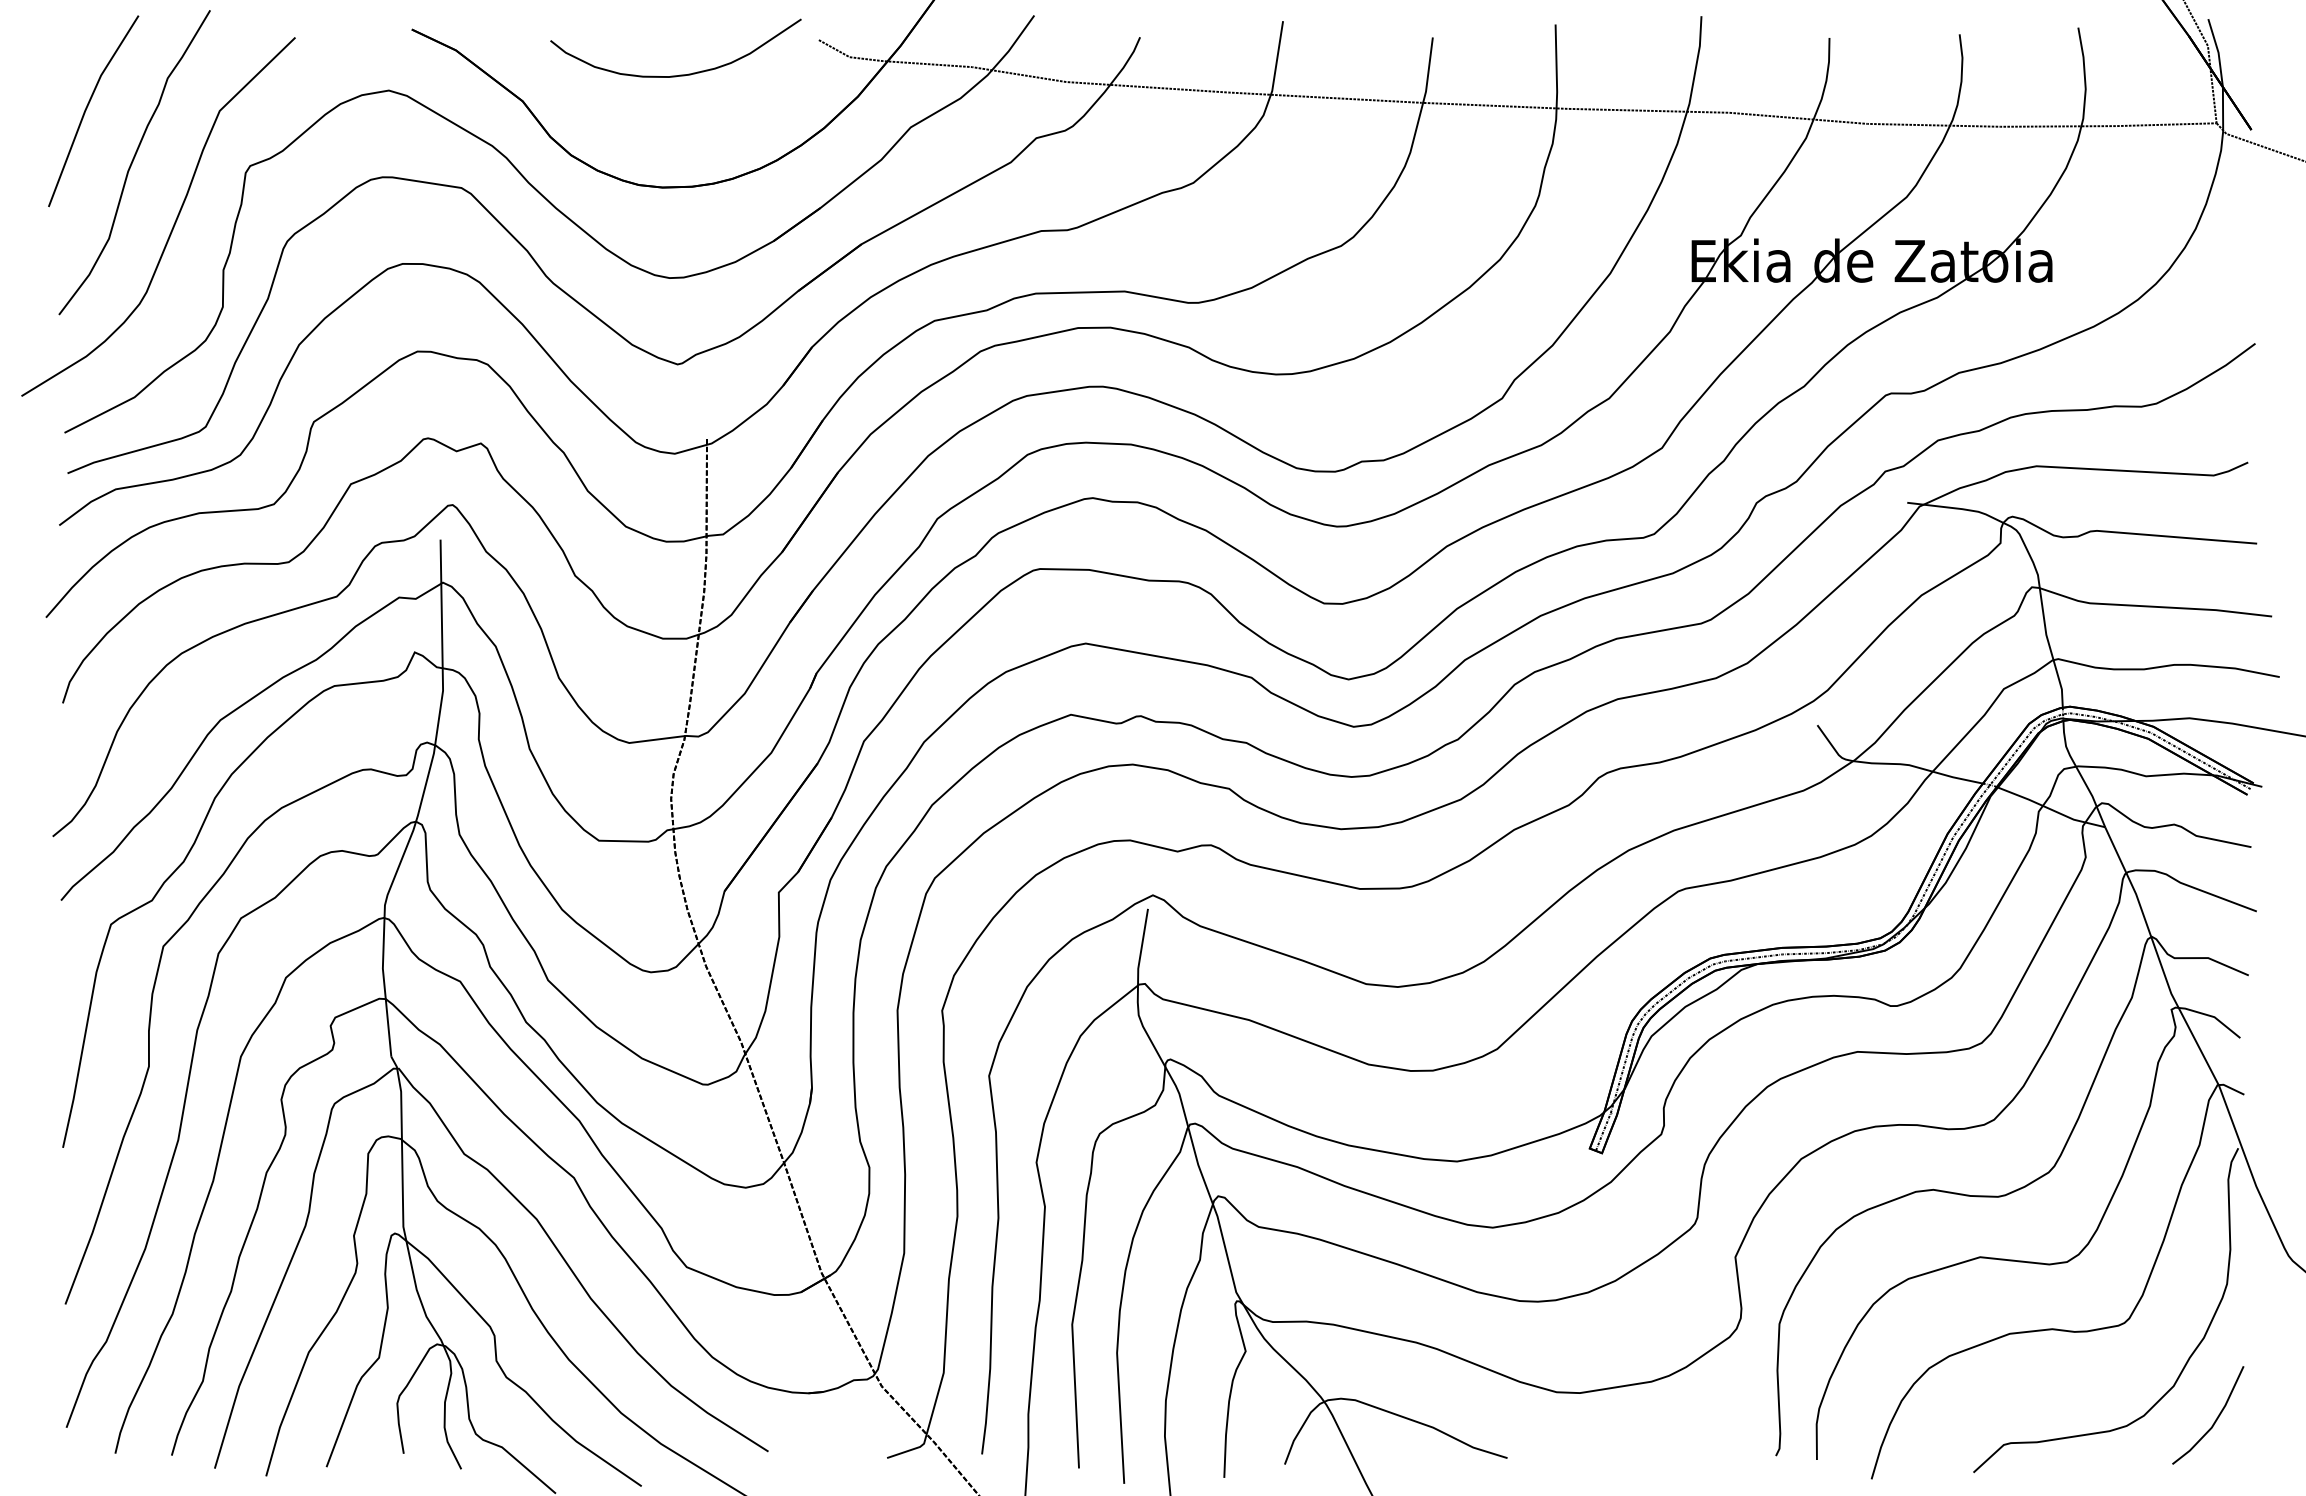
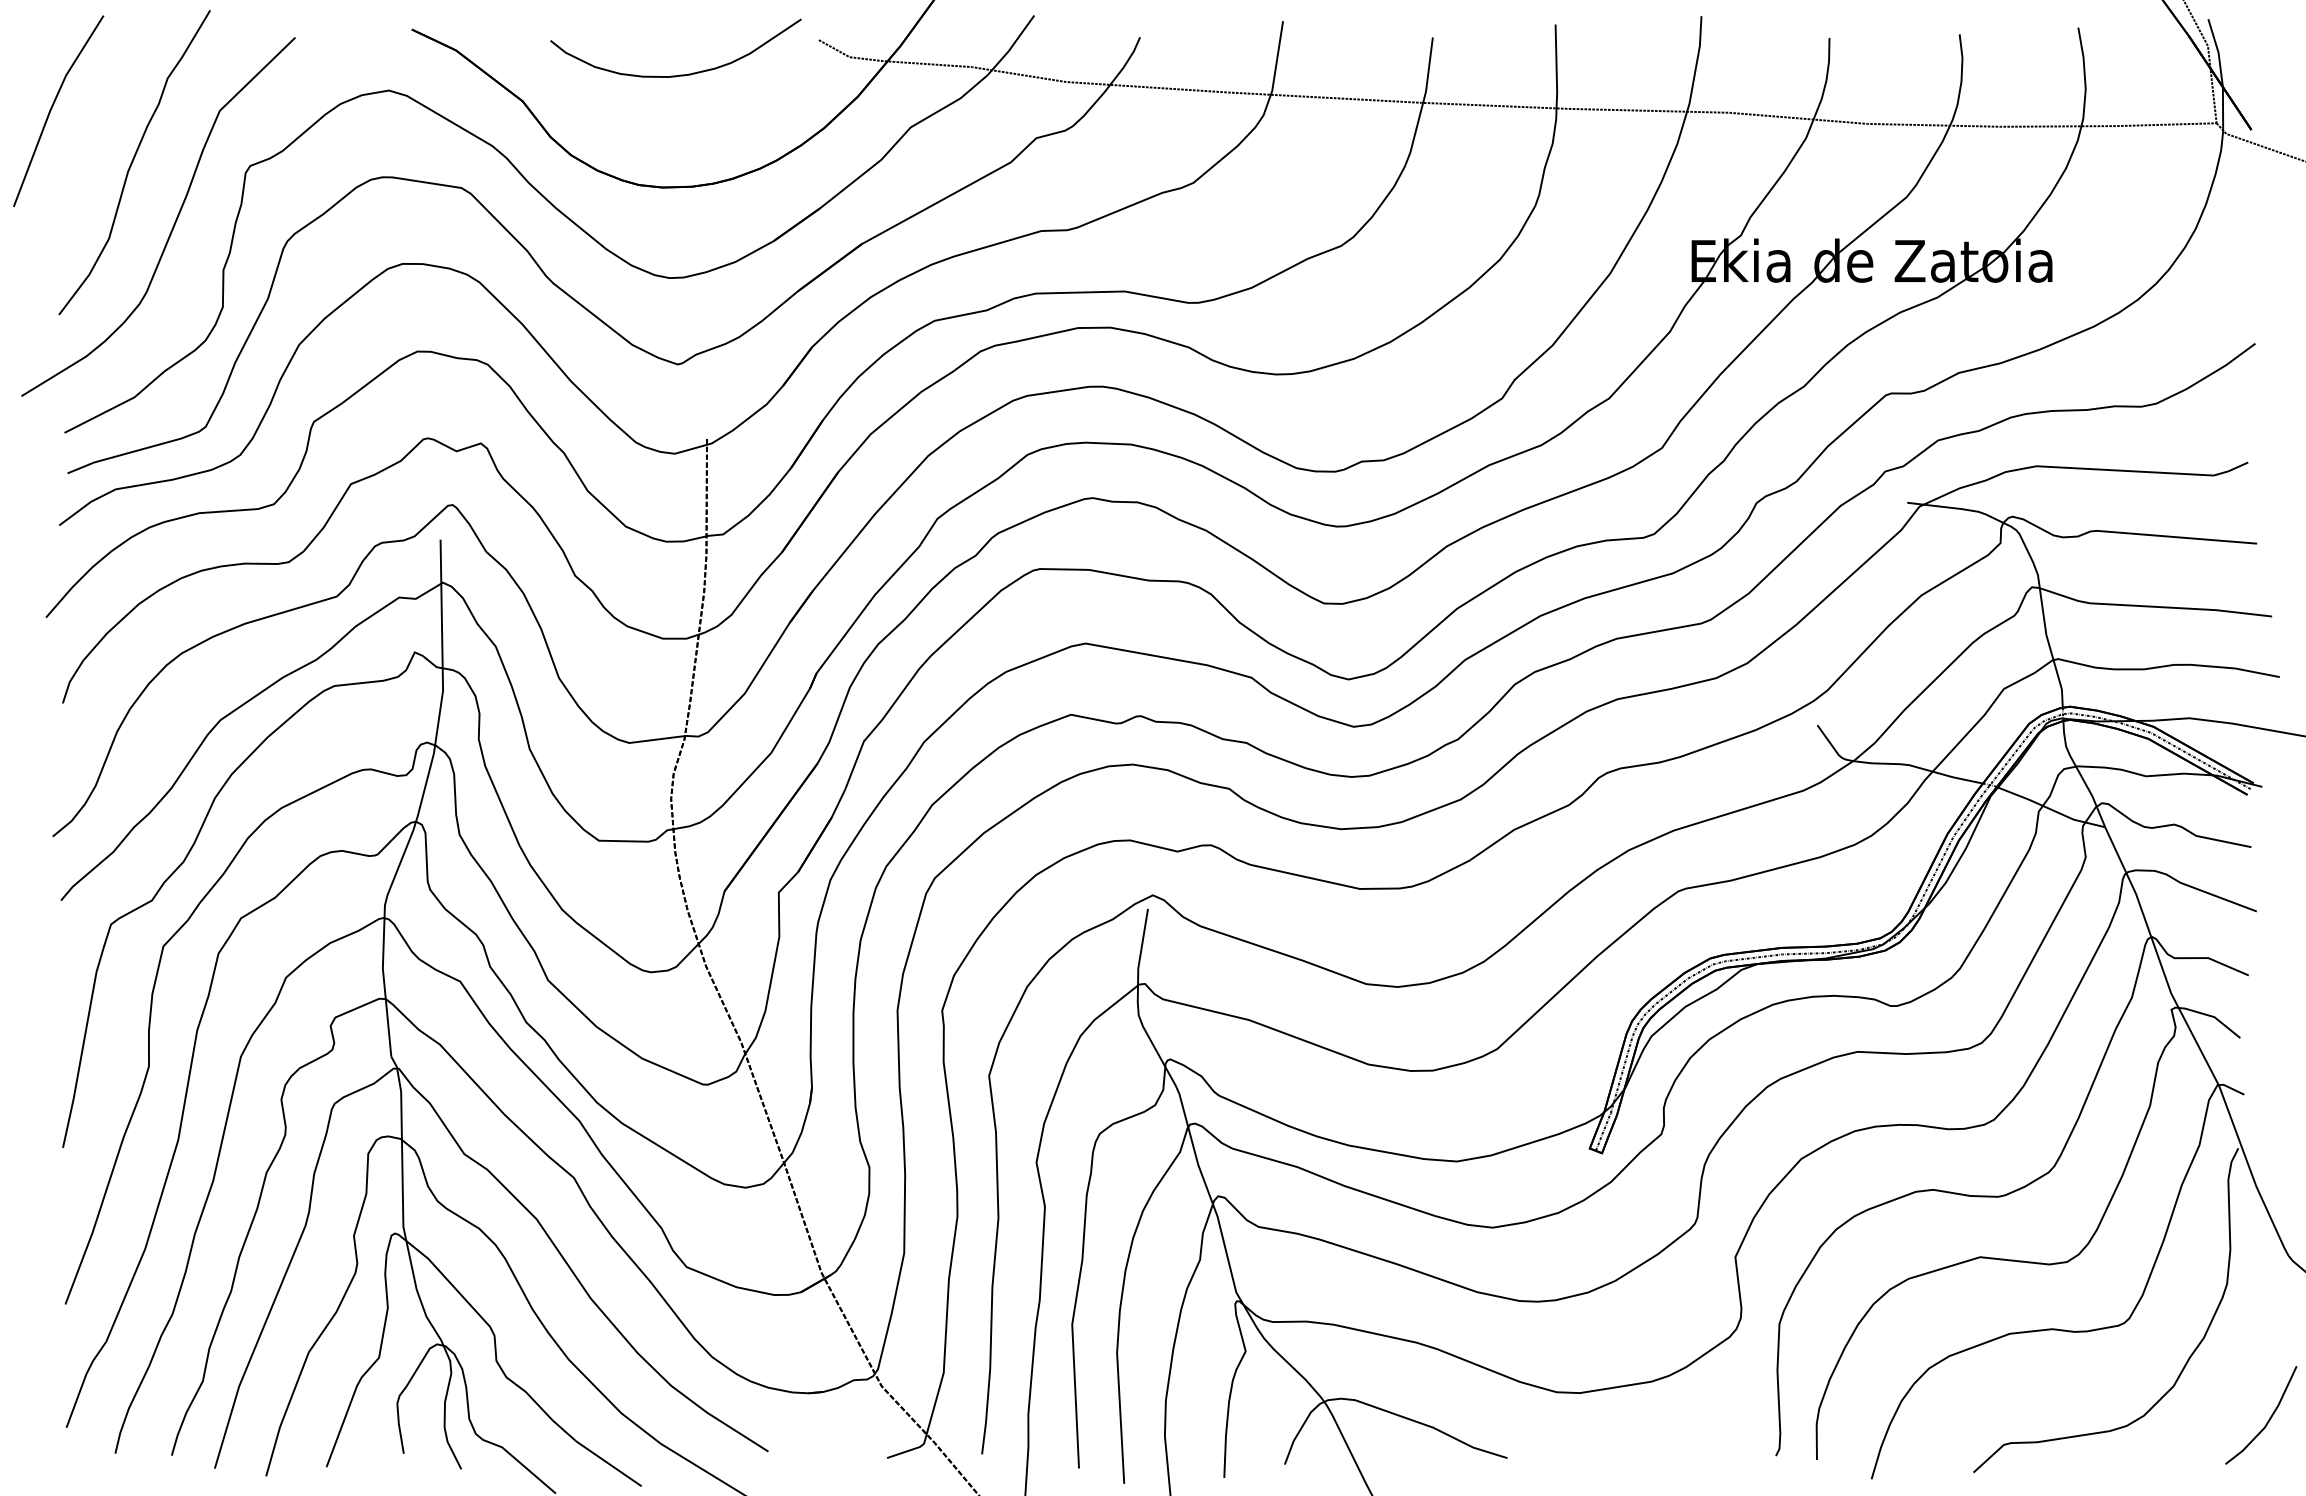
line at (87, 108) position: (87, 108) -> (52, 108)
part at (2215, 1419) position: (2215, 1419) -> (2268, 1419)
